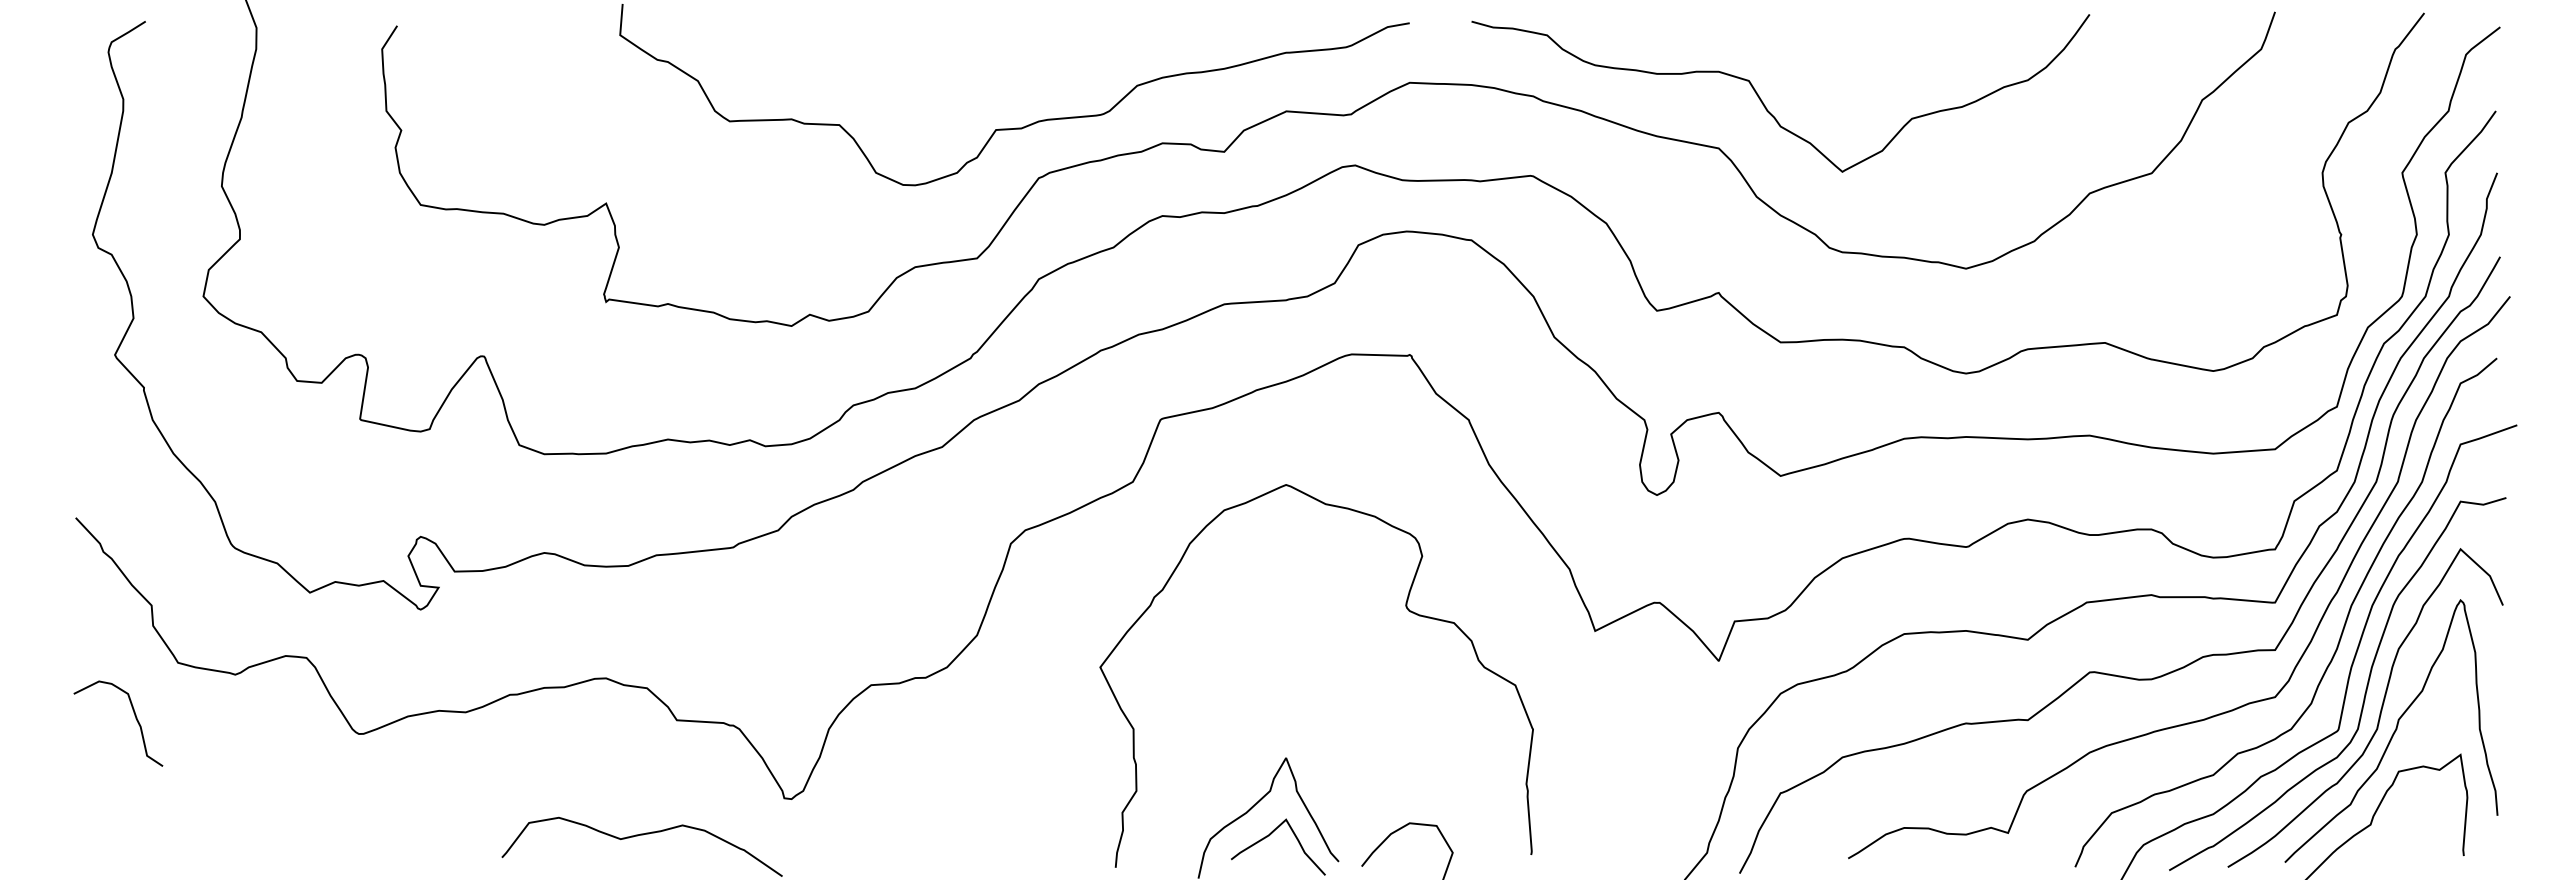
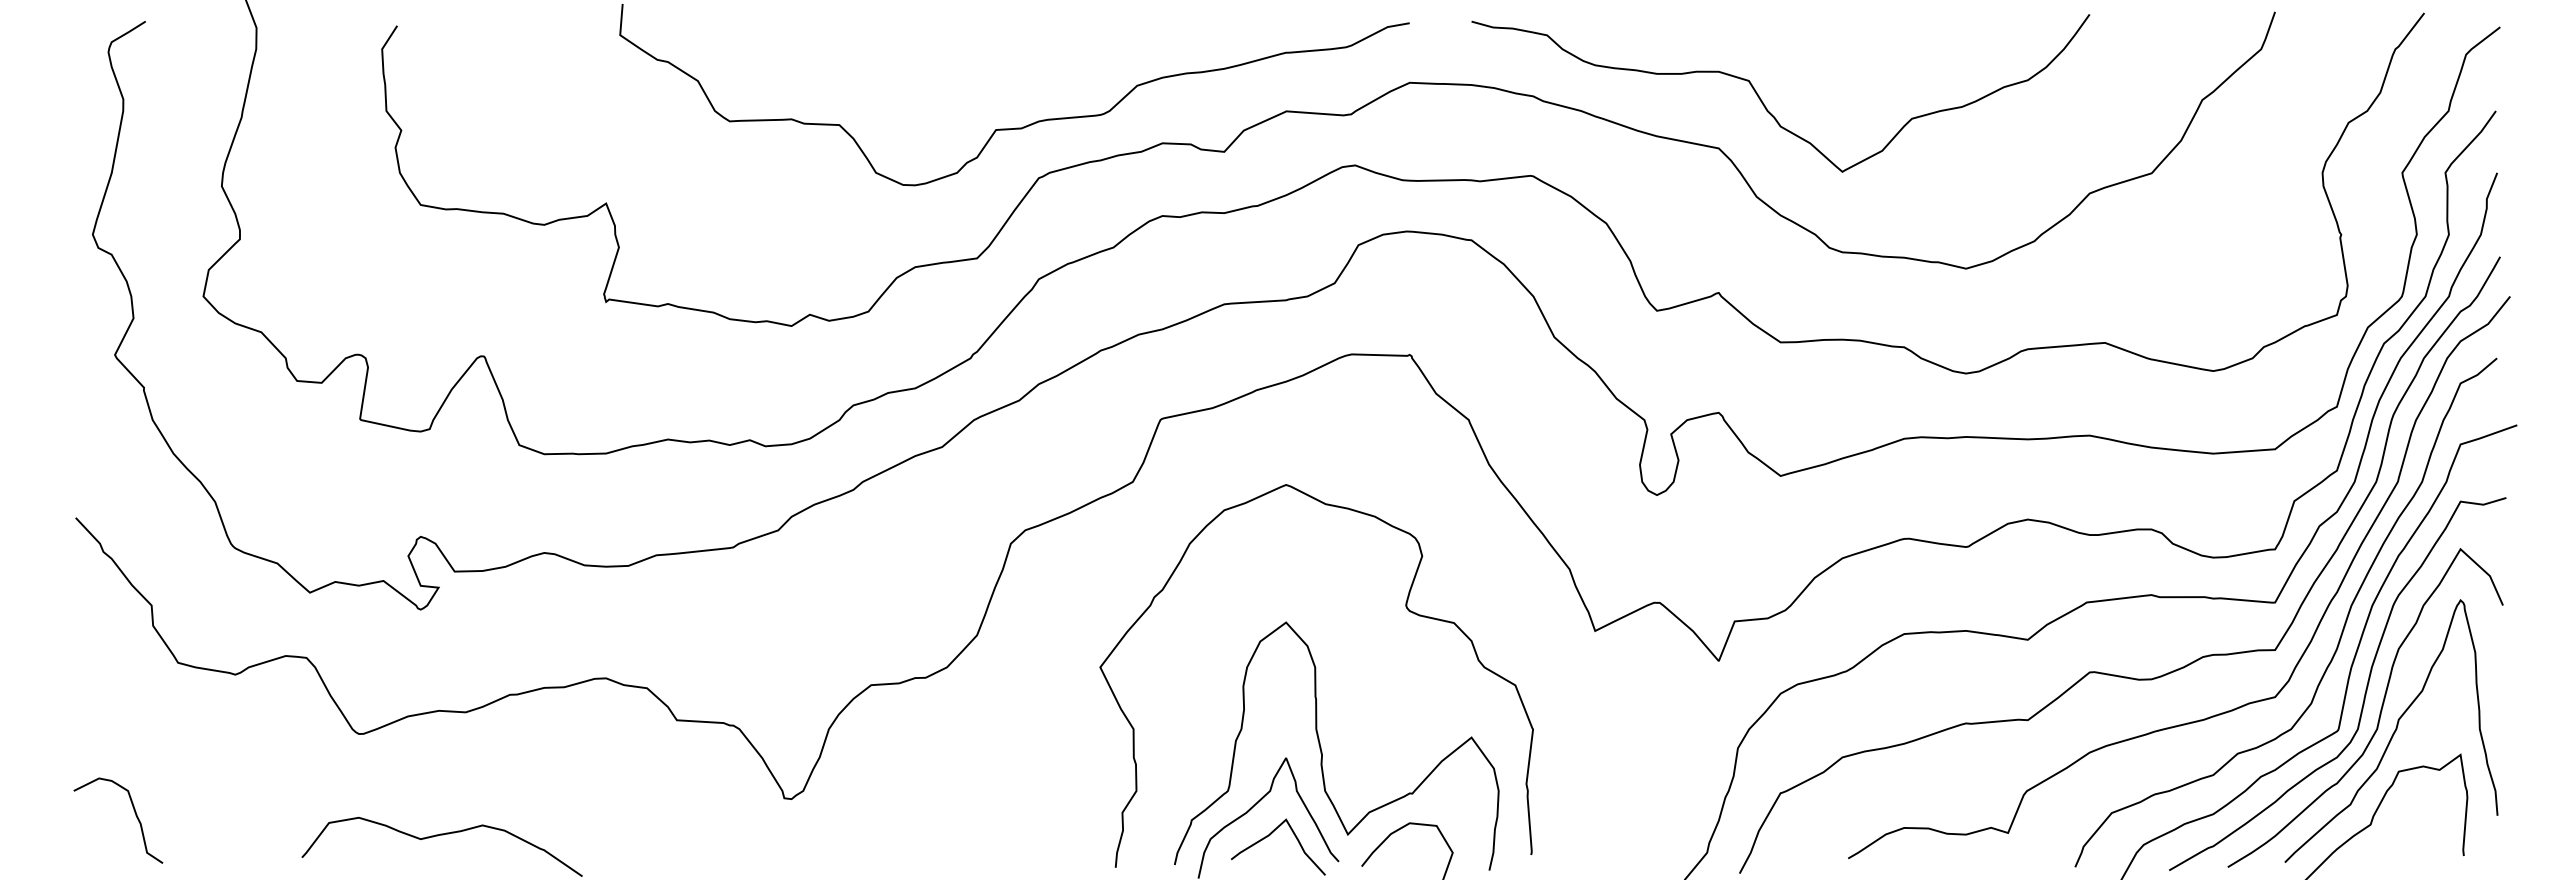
curve at (135, 718) position: (135, 718) -> (135, 815)
curve at (1321, 746): none -> present
curve at (637, 836) position: (637, 836) -> (437, 836)
